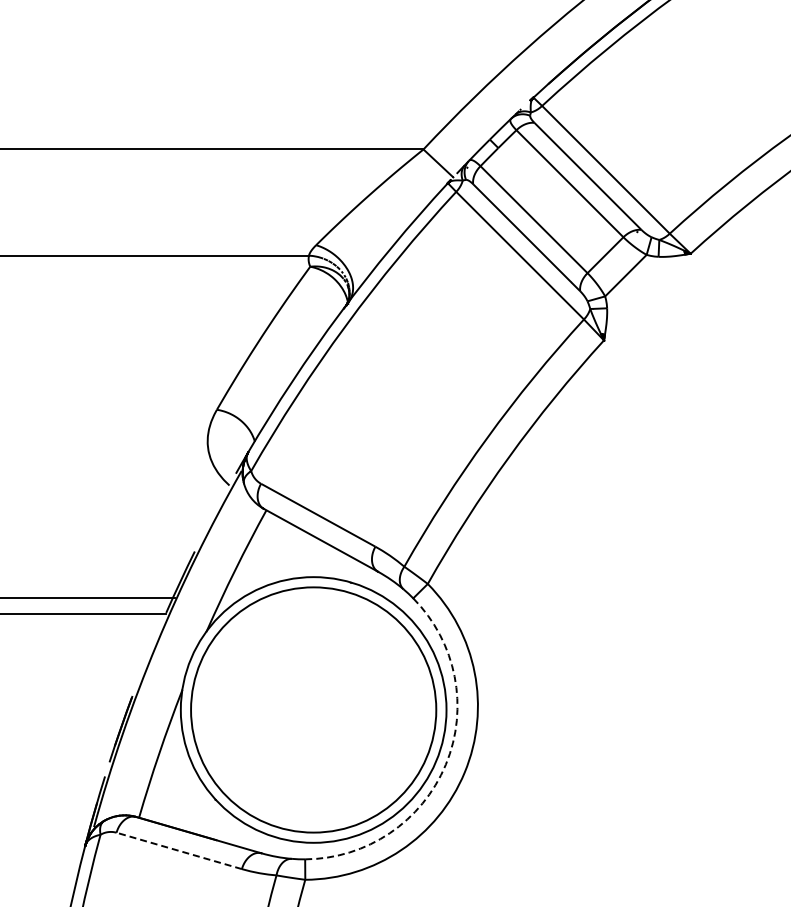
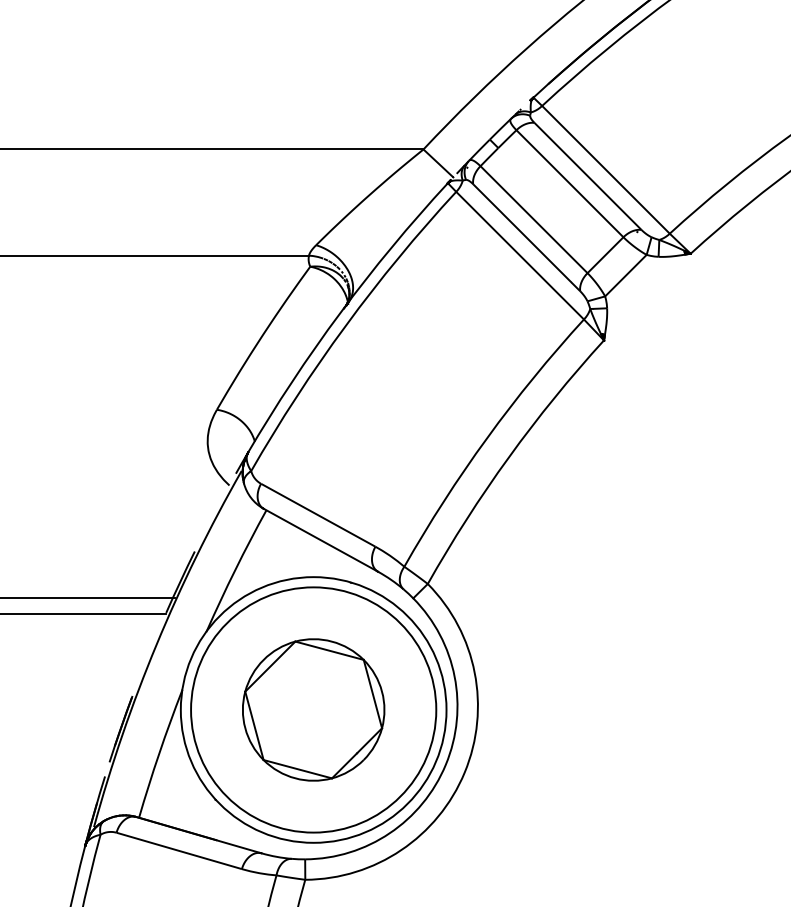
part at (313, 709): none -> present
arc at (445, 764): dashed -> solid
line at (179, 850): dashed -> solid
